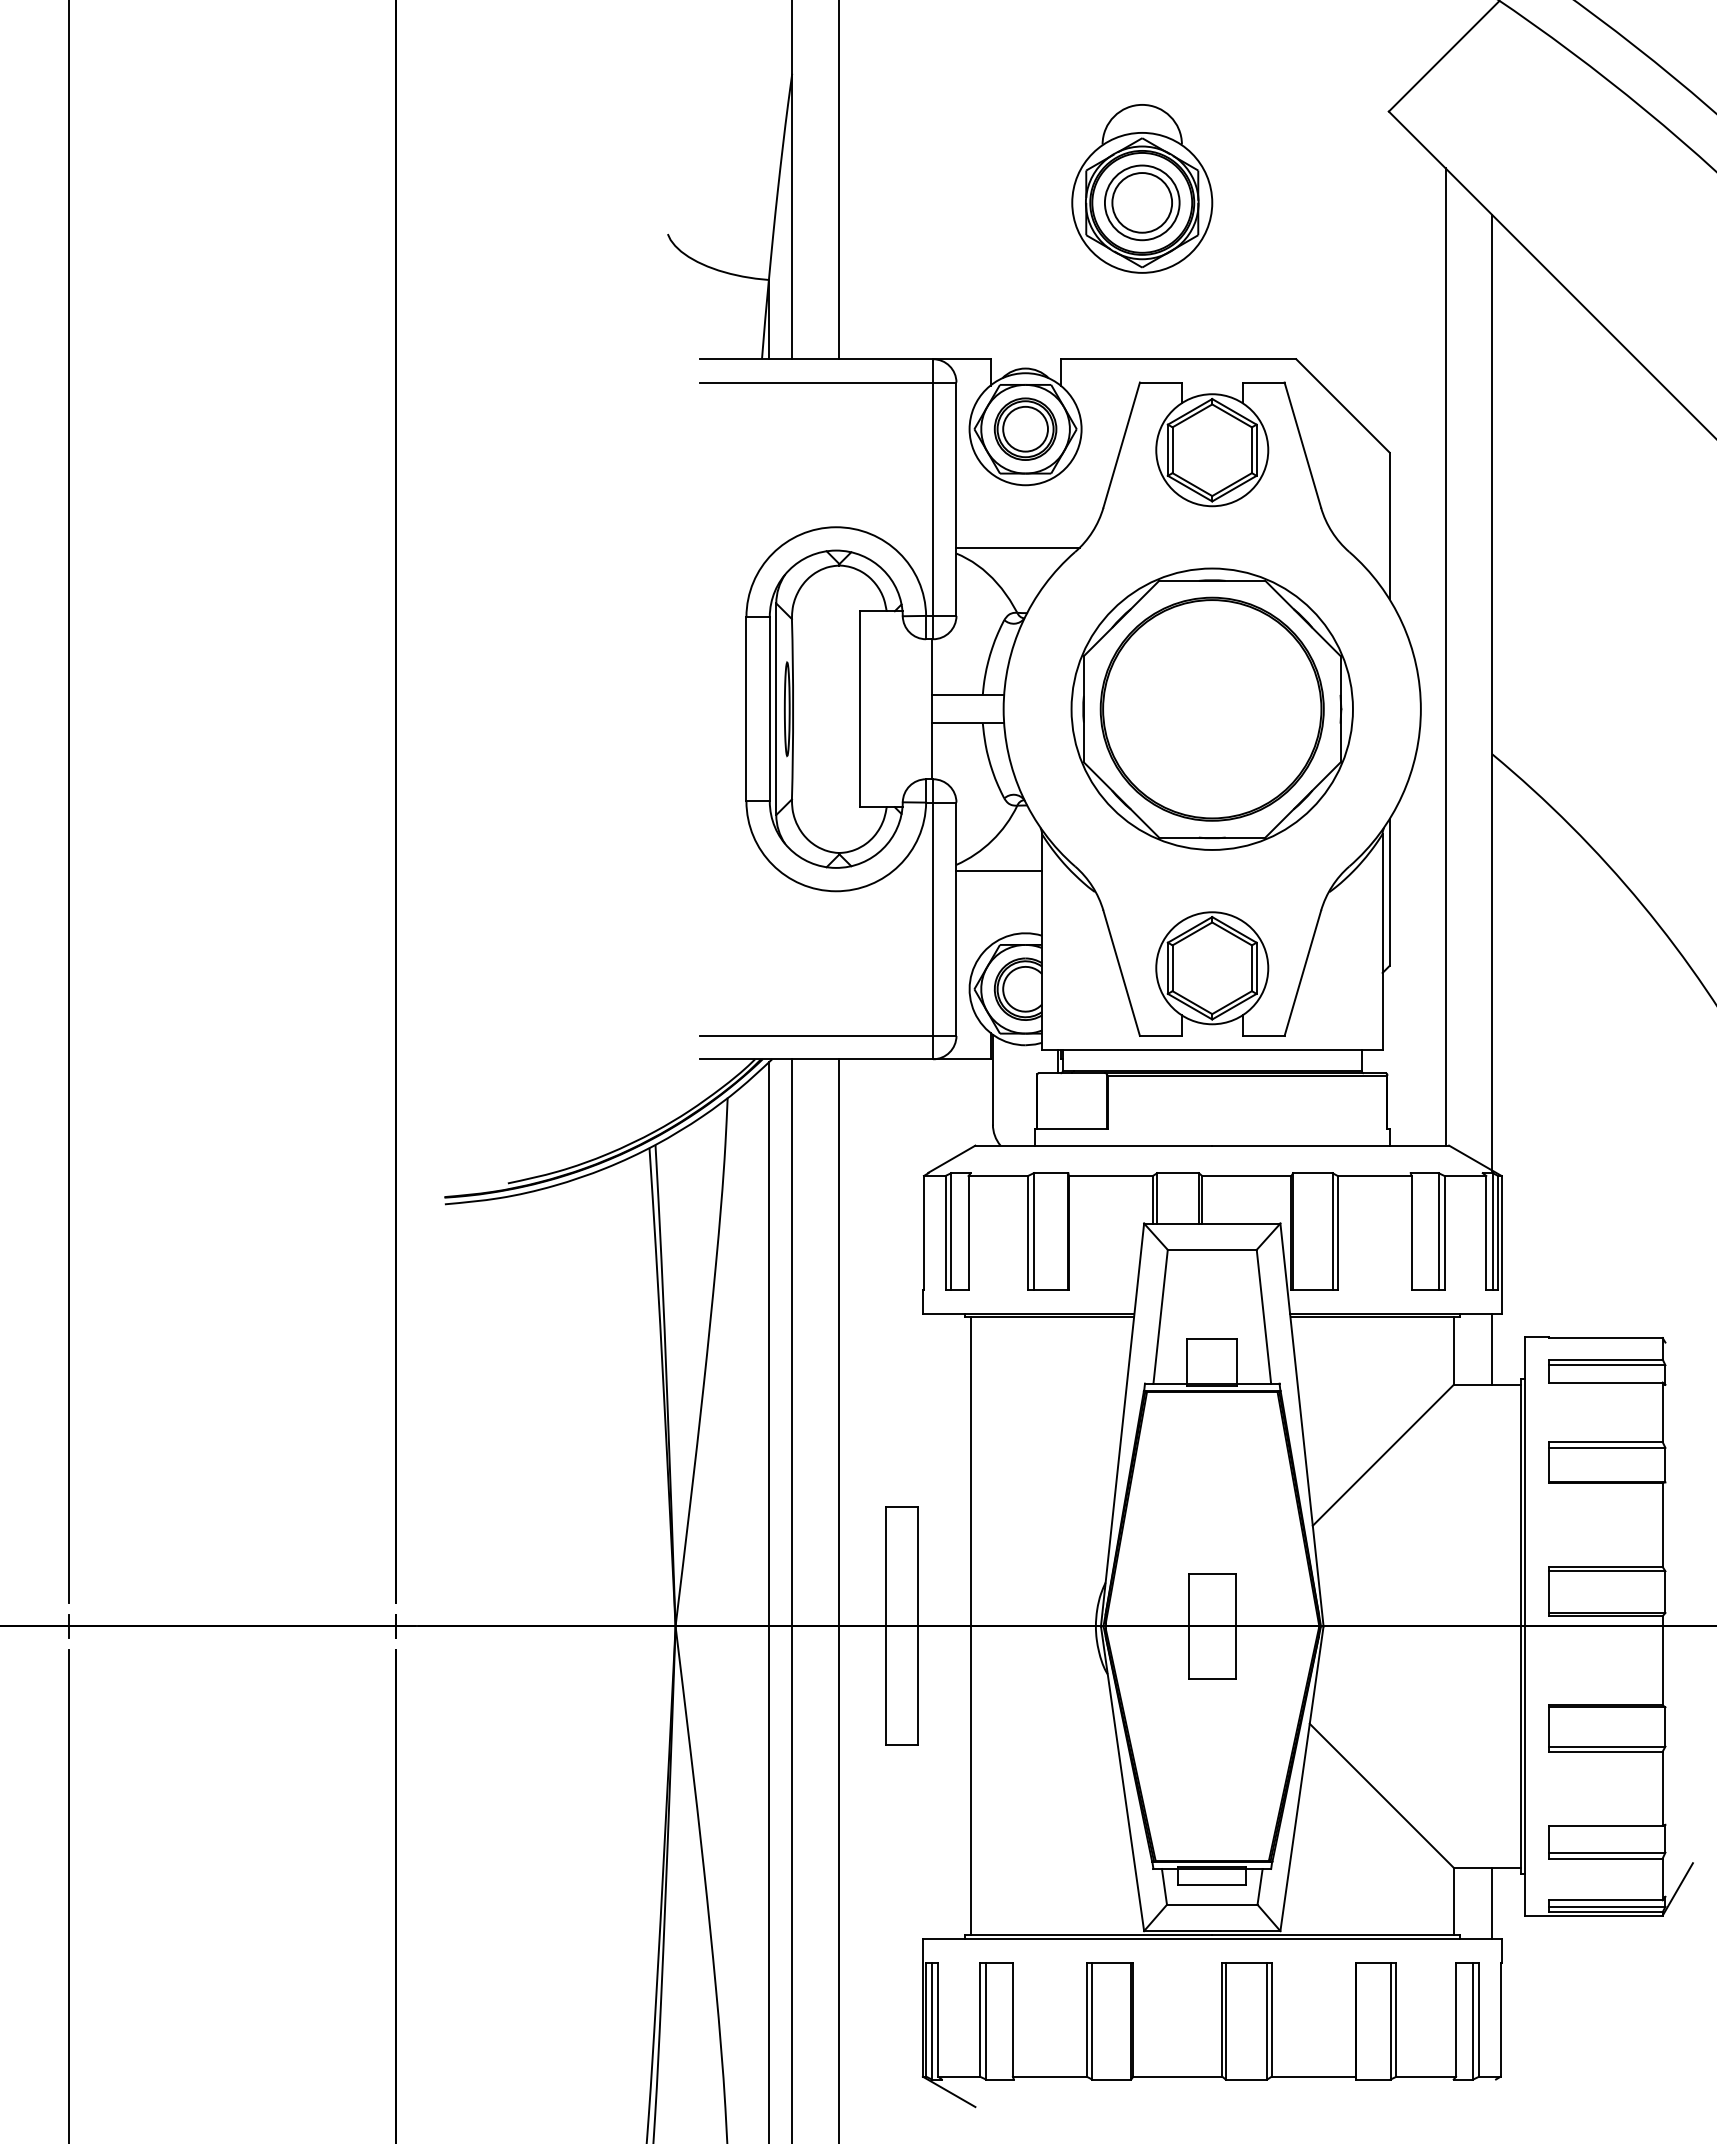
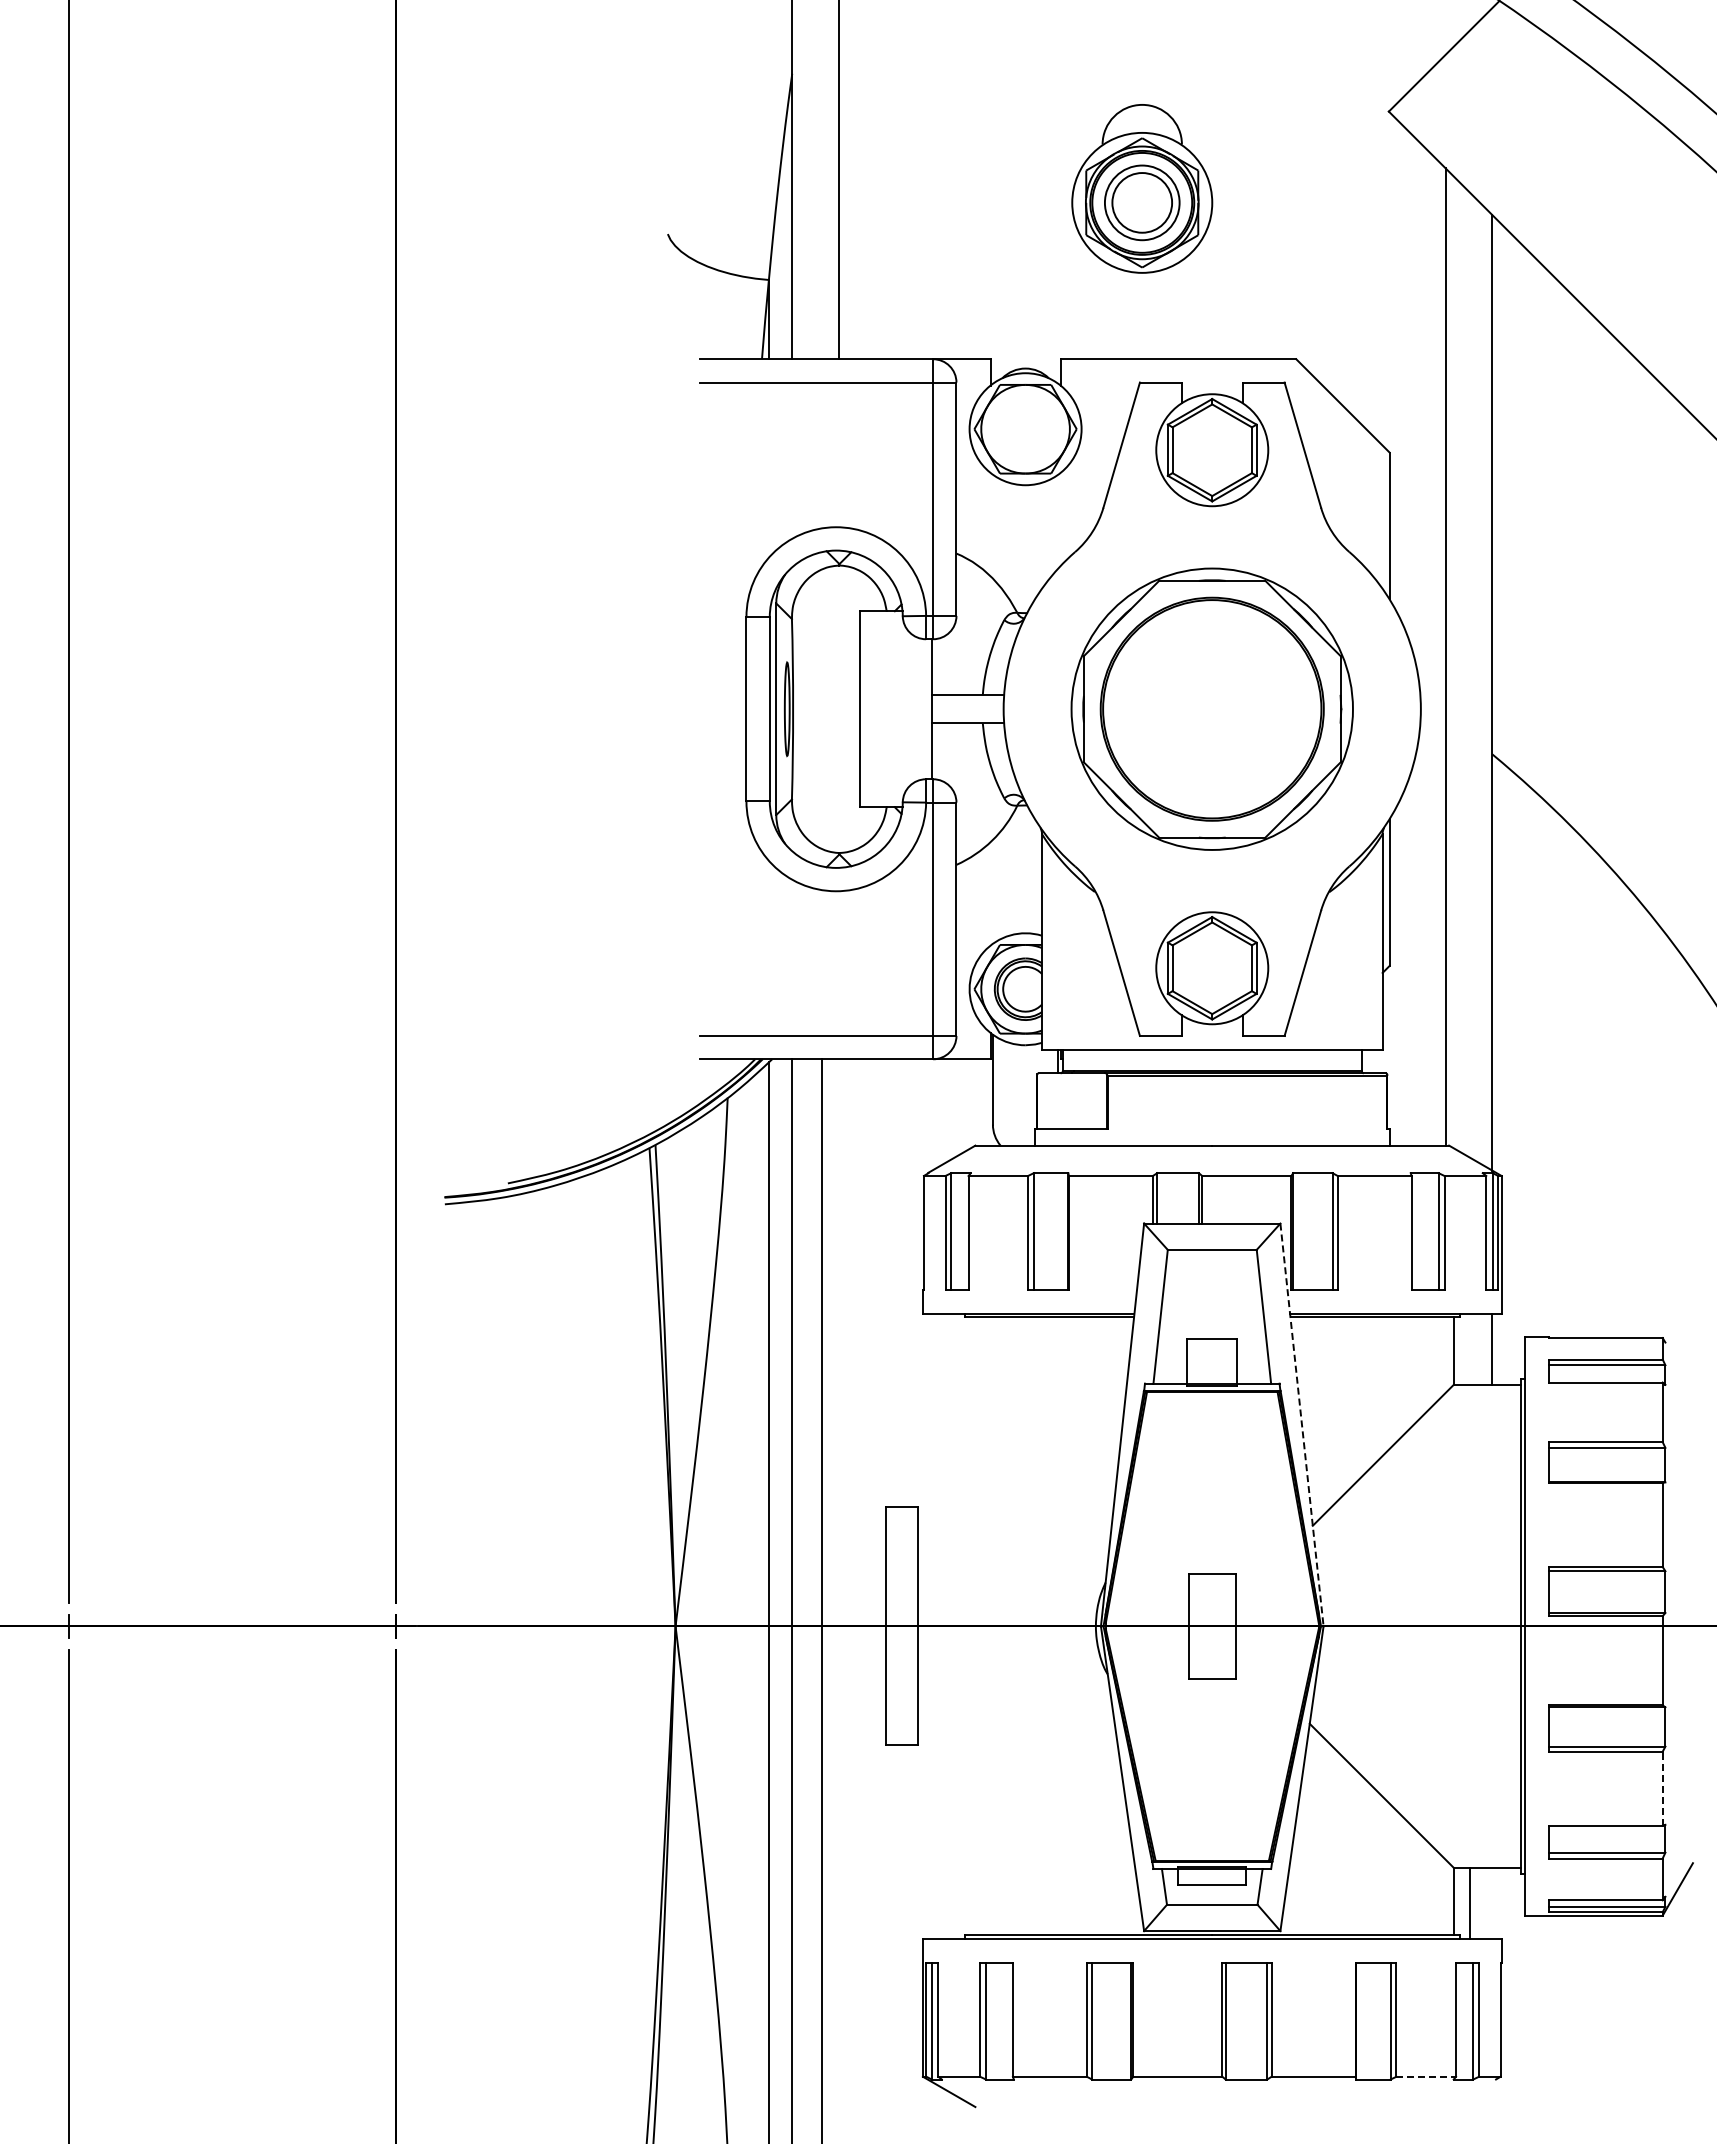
part at (1025, 428): present -> none
line at (1017, 547): present -> none
line at (998, 870): present -> none
line at (1302, 1424): solid -> dashed
line at (838, 1599) position: (838, 1599) -> (821, 1599)
line at (970, 1626): present -> none
line at (1662, 1788): solid -> dashed
line at (1492, 1903) position: (1492, 1903) -> (1470, 1903)
line at (1426, 2076): solid -> dashed
